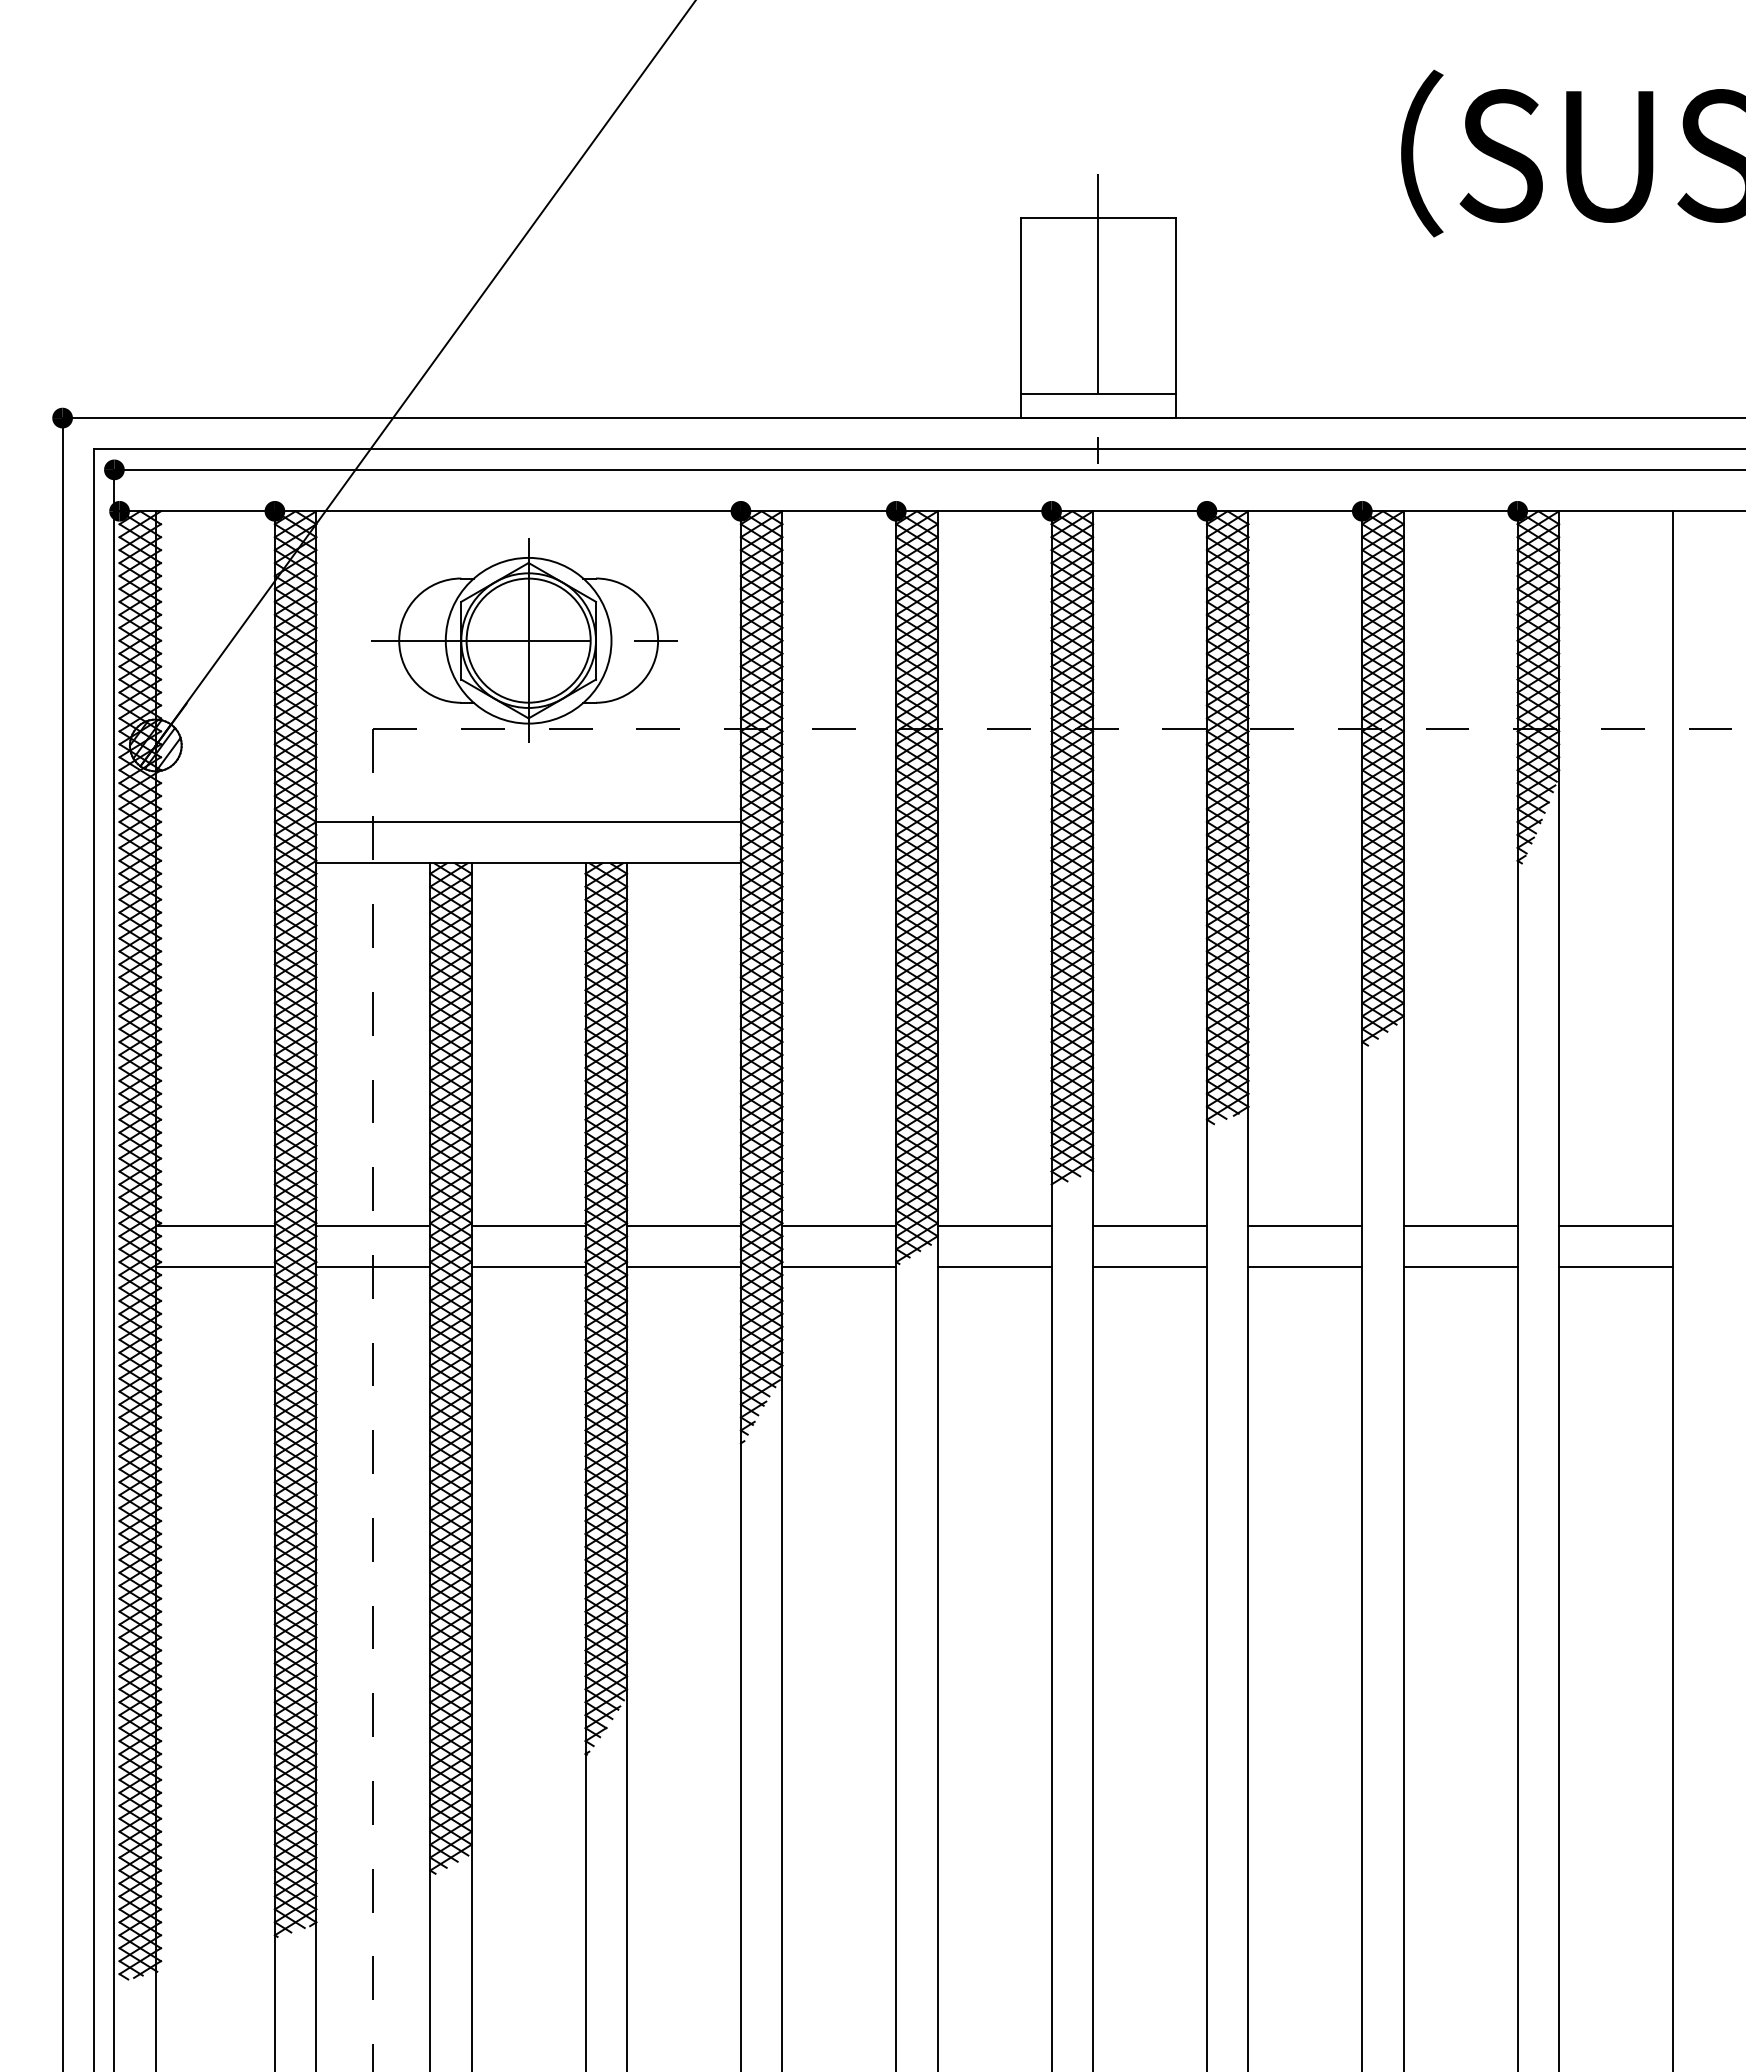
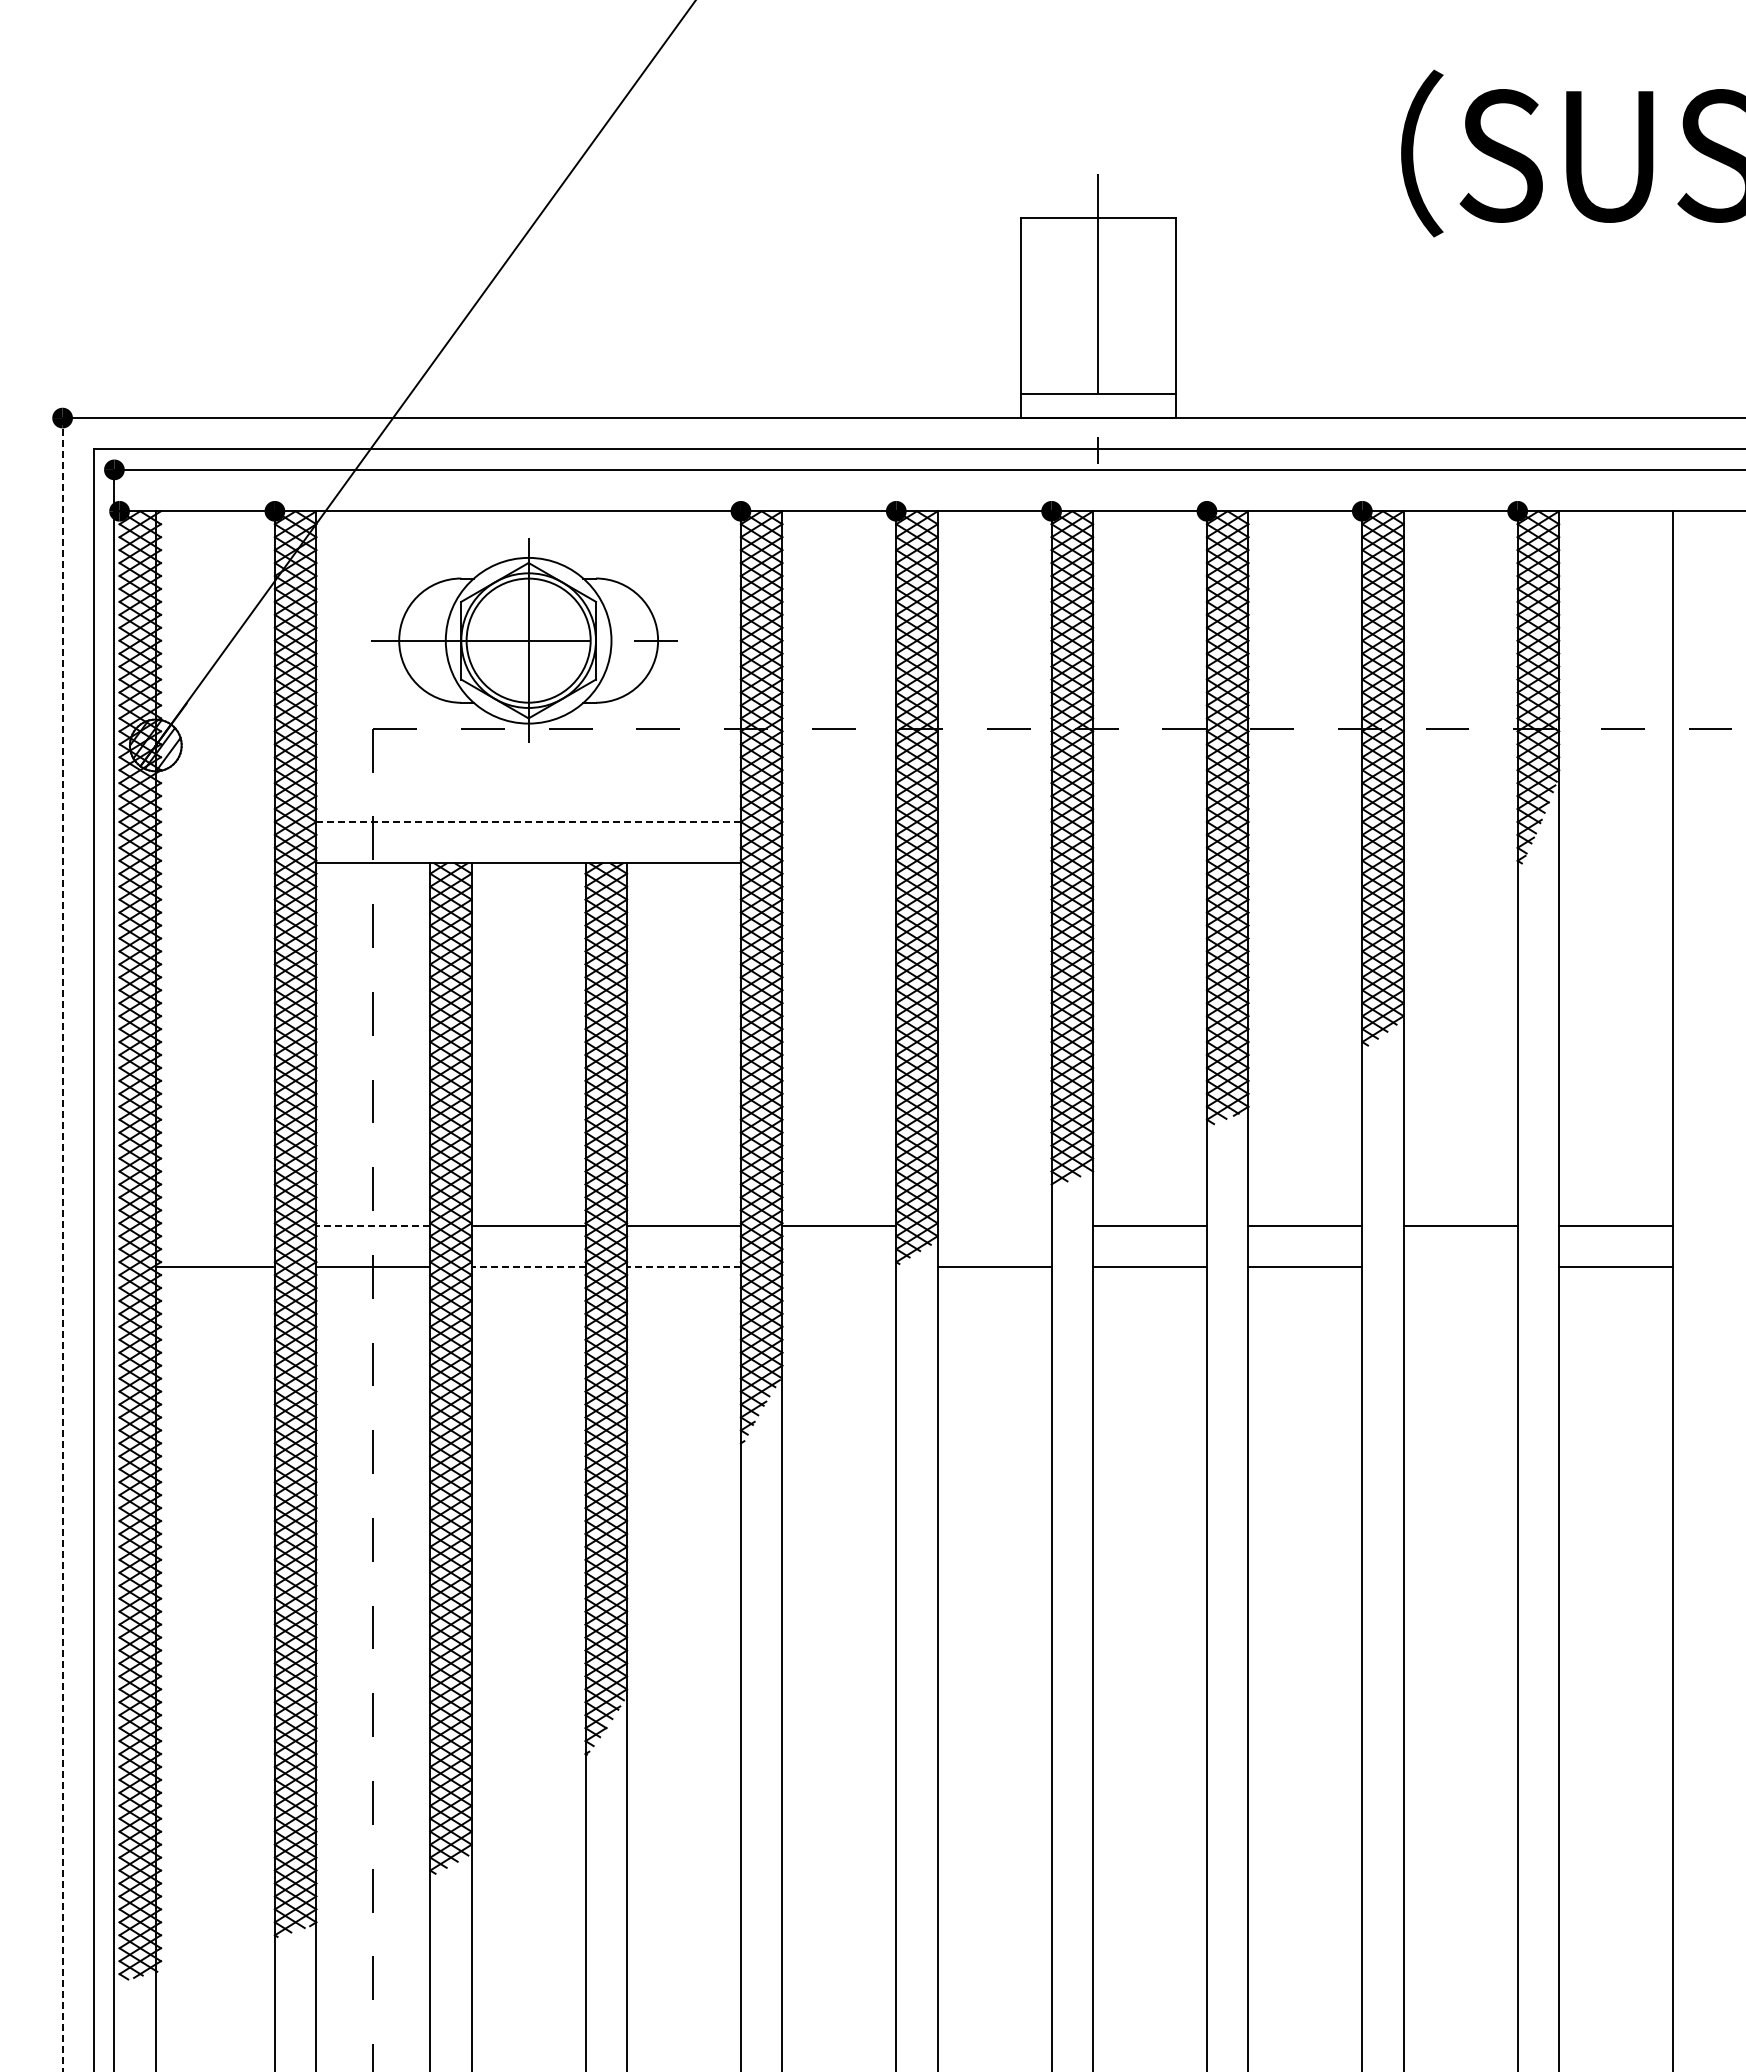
line at (528, 821): solid -> dashed
line at (214, 1225): present -> none
line at (373, 1225): solid -> dashed
line at (994, 1225): present -> none
line at (62, 1244): solid -> dashed
line at (528, 1267): solid -> dashed
line at (683, 1267): solid -> dashed
line at (839, 1267): present -> none
line at (1460, 1267): present -> none
